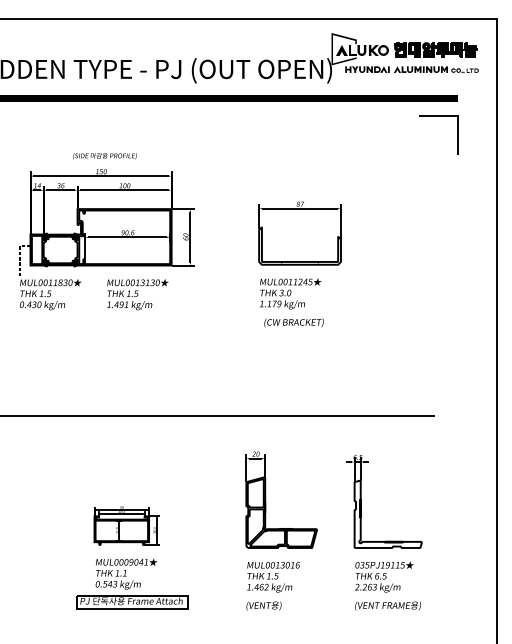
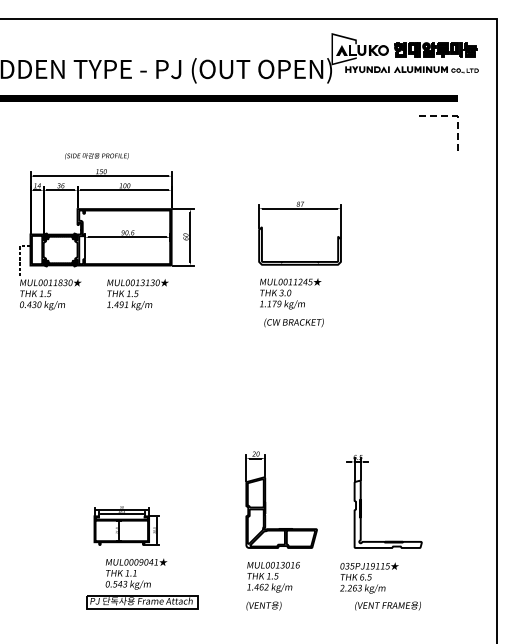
line at (457, 116): solid -> dashed
text at (104, 156) position: (104, 156) -> (96, 156)
line at (217, 415): present -> none
text at (384, 576) position: (384, 576) -> (369, 577)
part at (132, 583) position: (132, 583) -> (142, 583)
